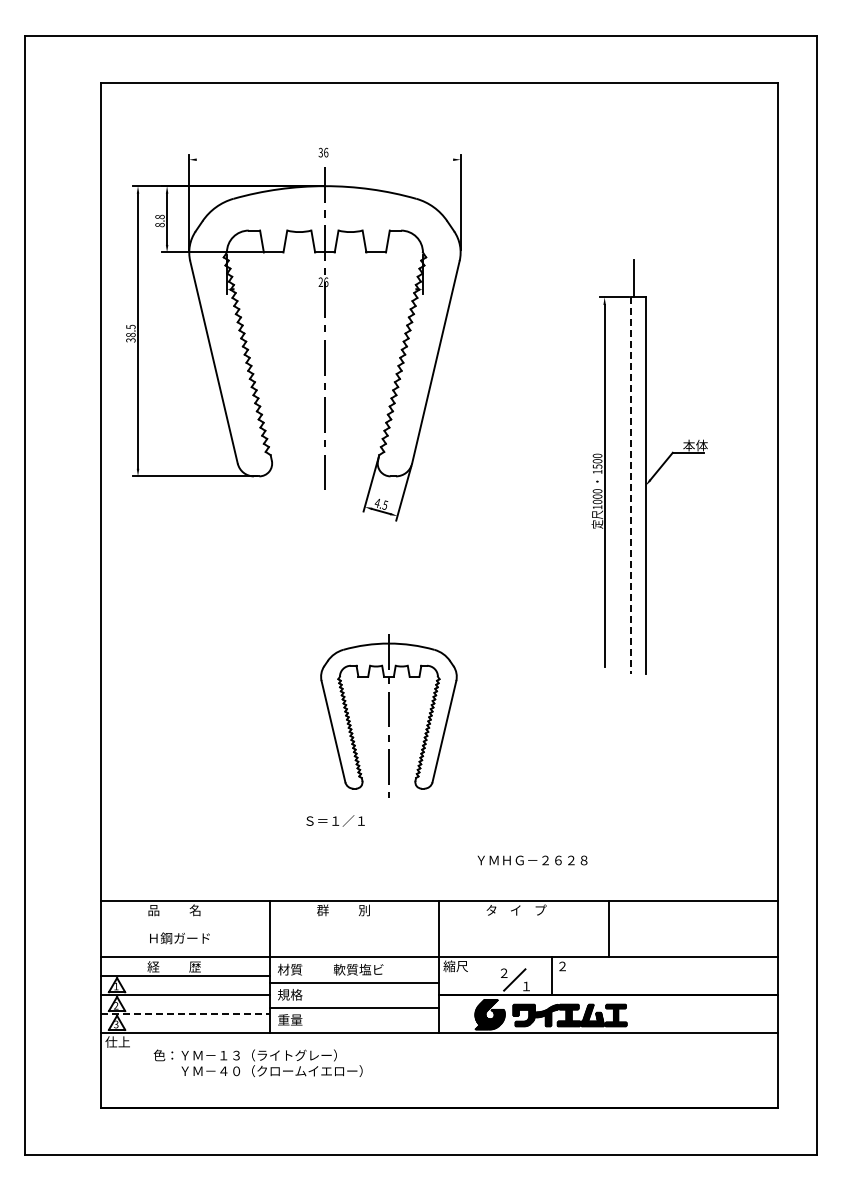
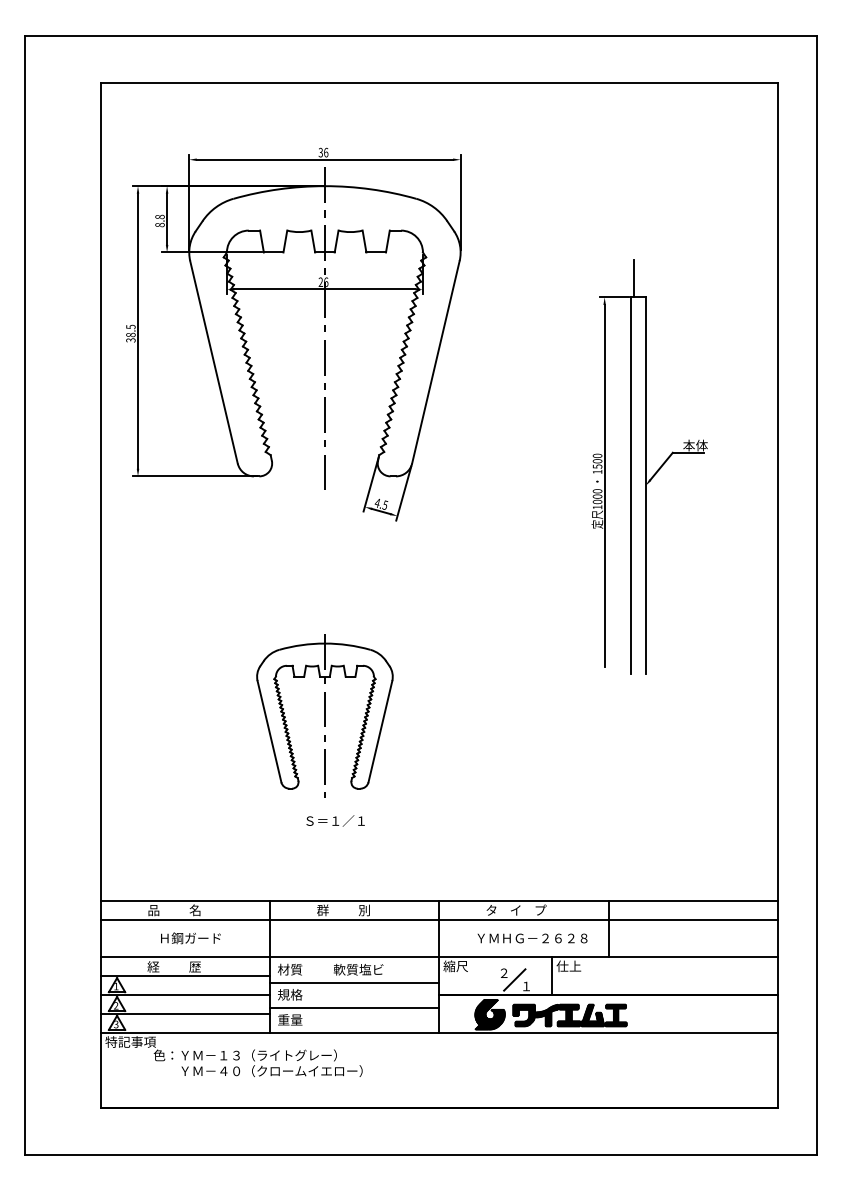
line at (324, 159): none -> present
line at (324, 289): none -> present
line at (631, 486): dashed -> solid
part at (388, 715) position: (388, 715) -> (324, 715)
text at (532, 860) position: (532, 860) -> (532, 938)
line at (439, 919): none -> present
text at (179, 938) position: (179, 938) -> (190, 938)
text at (568, 966): ２ -> 仕上
line at (185, 1013): dashed -> solid
text at (130, 1041): 仕上 -> 特記事項
